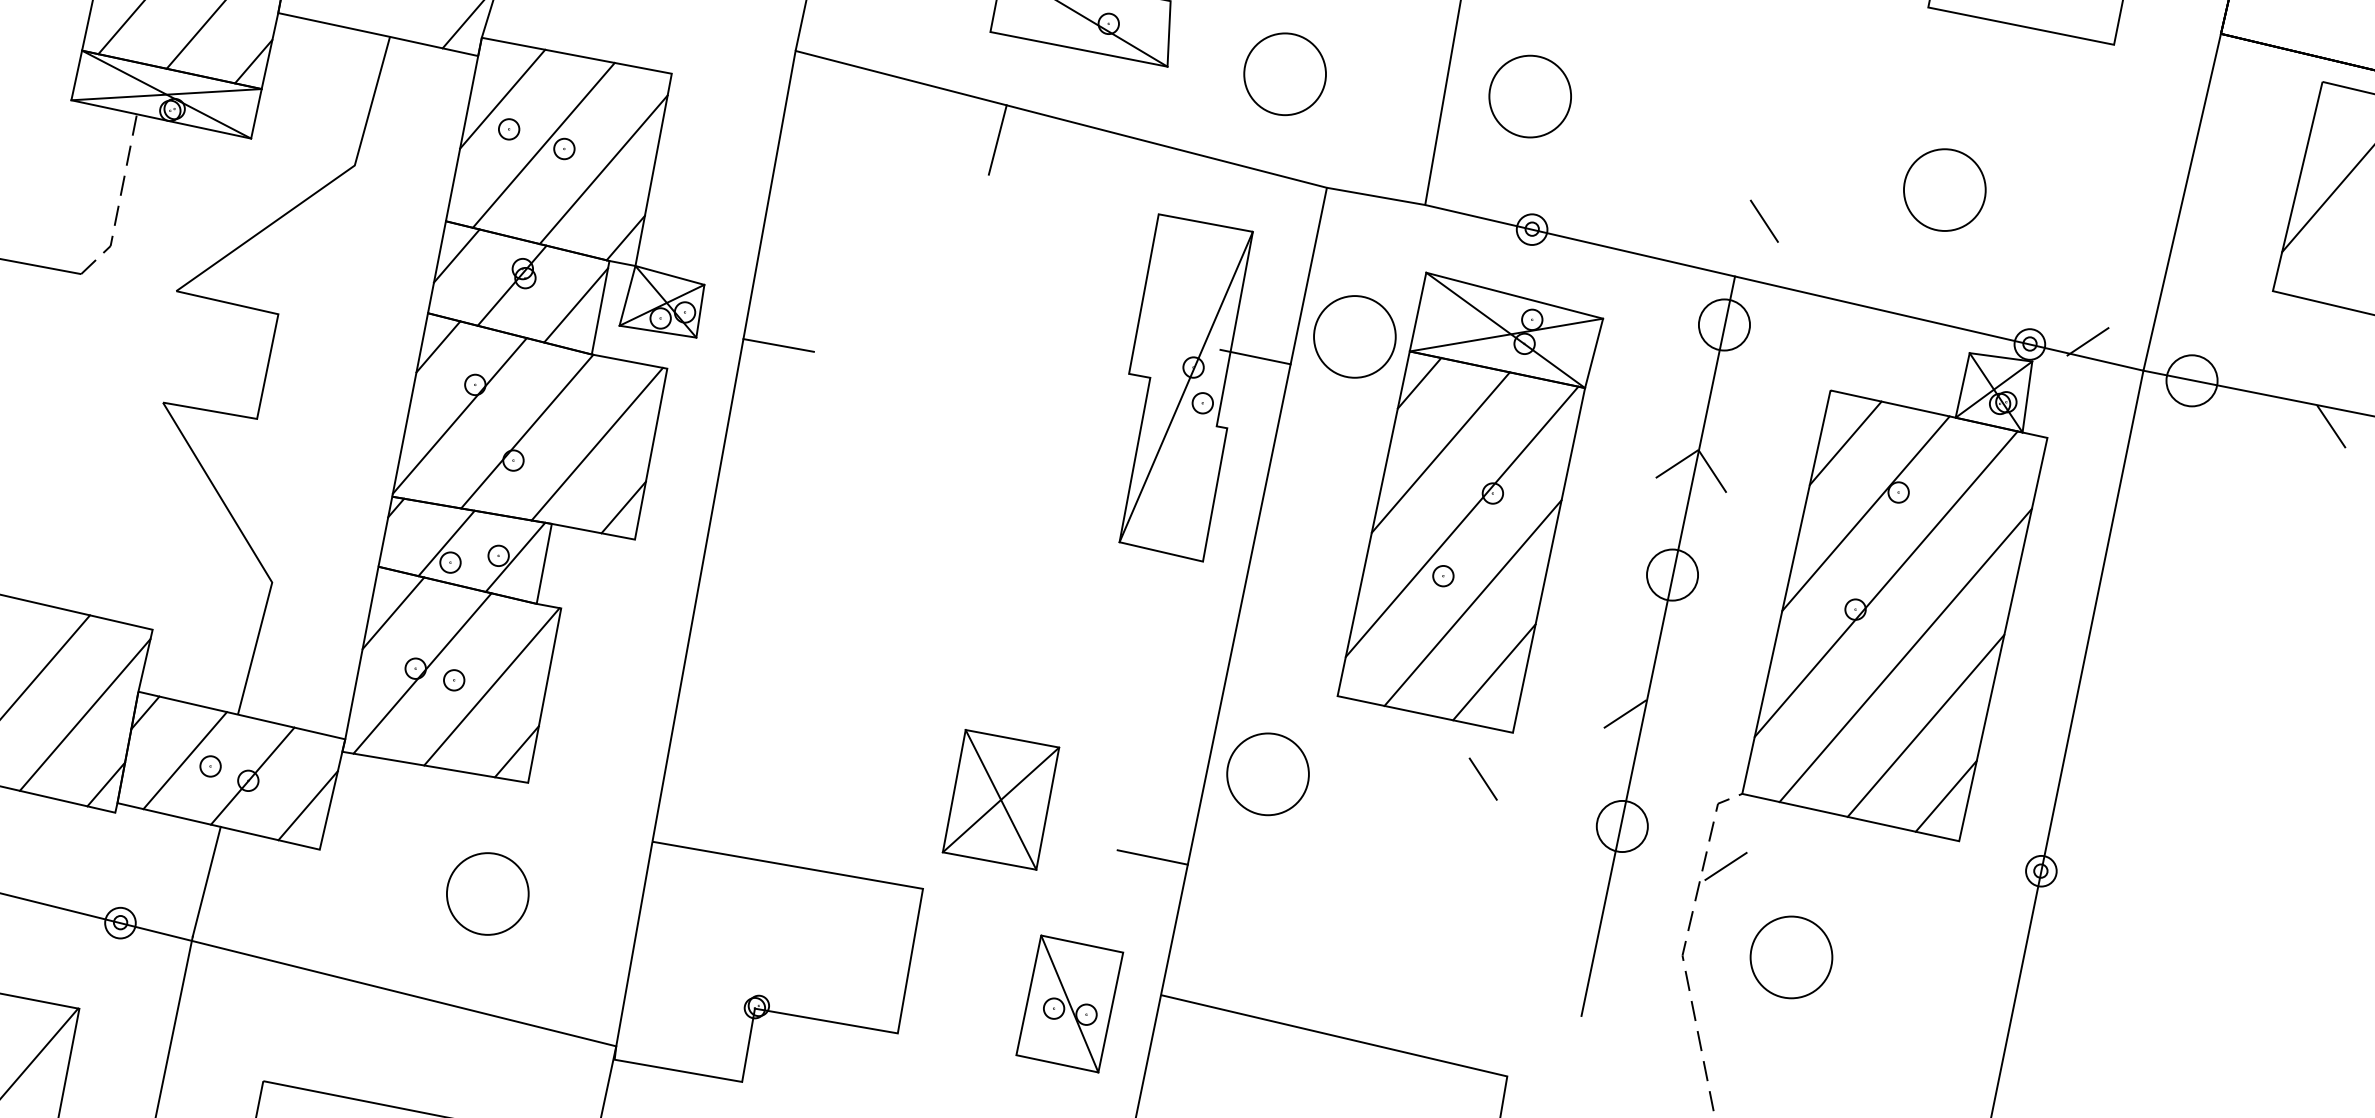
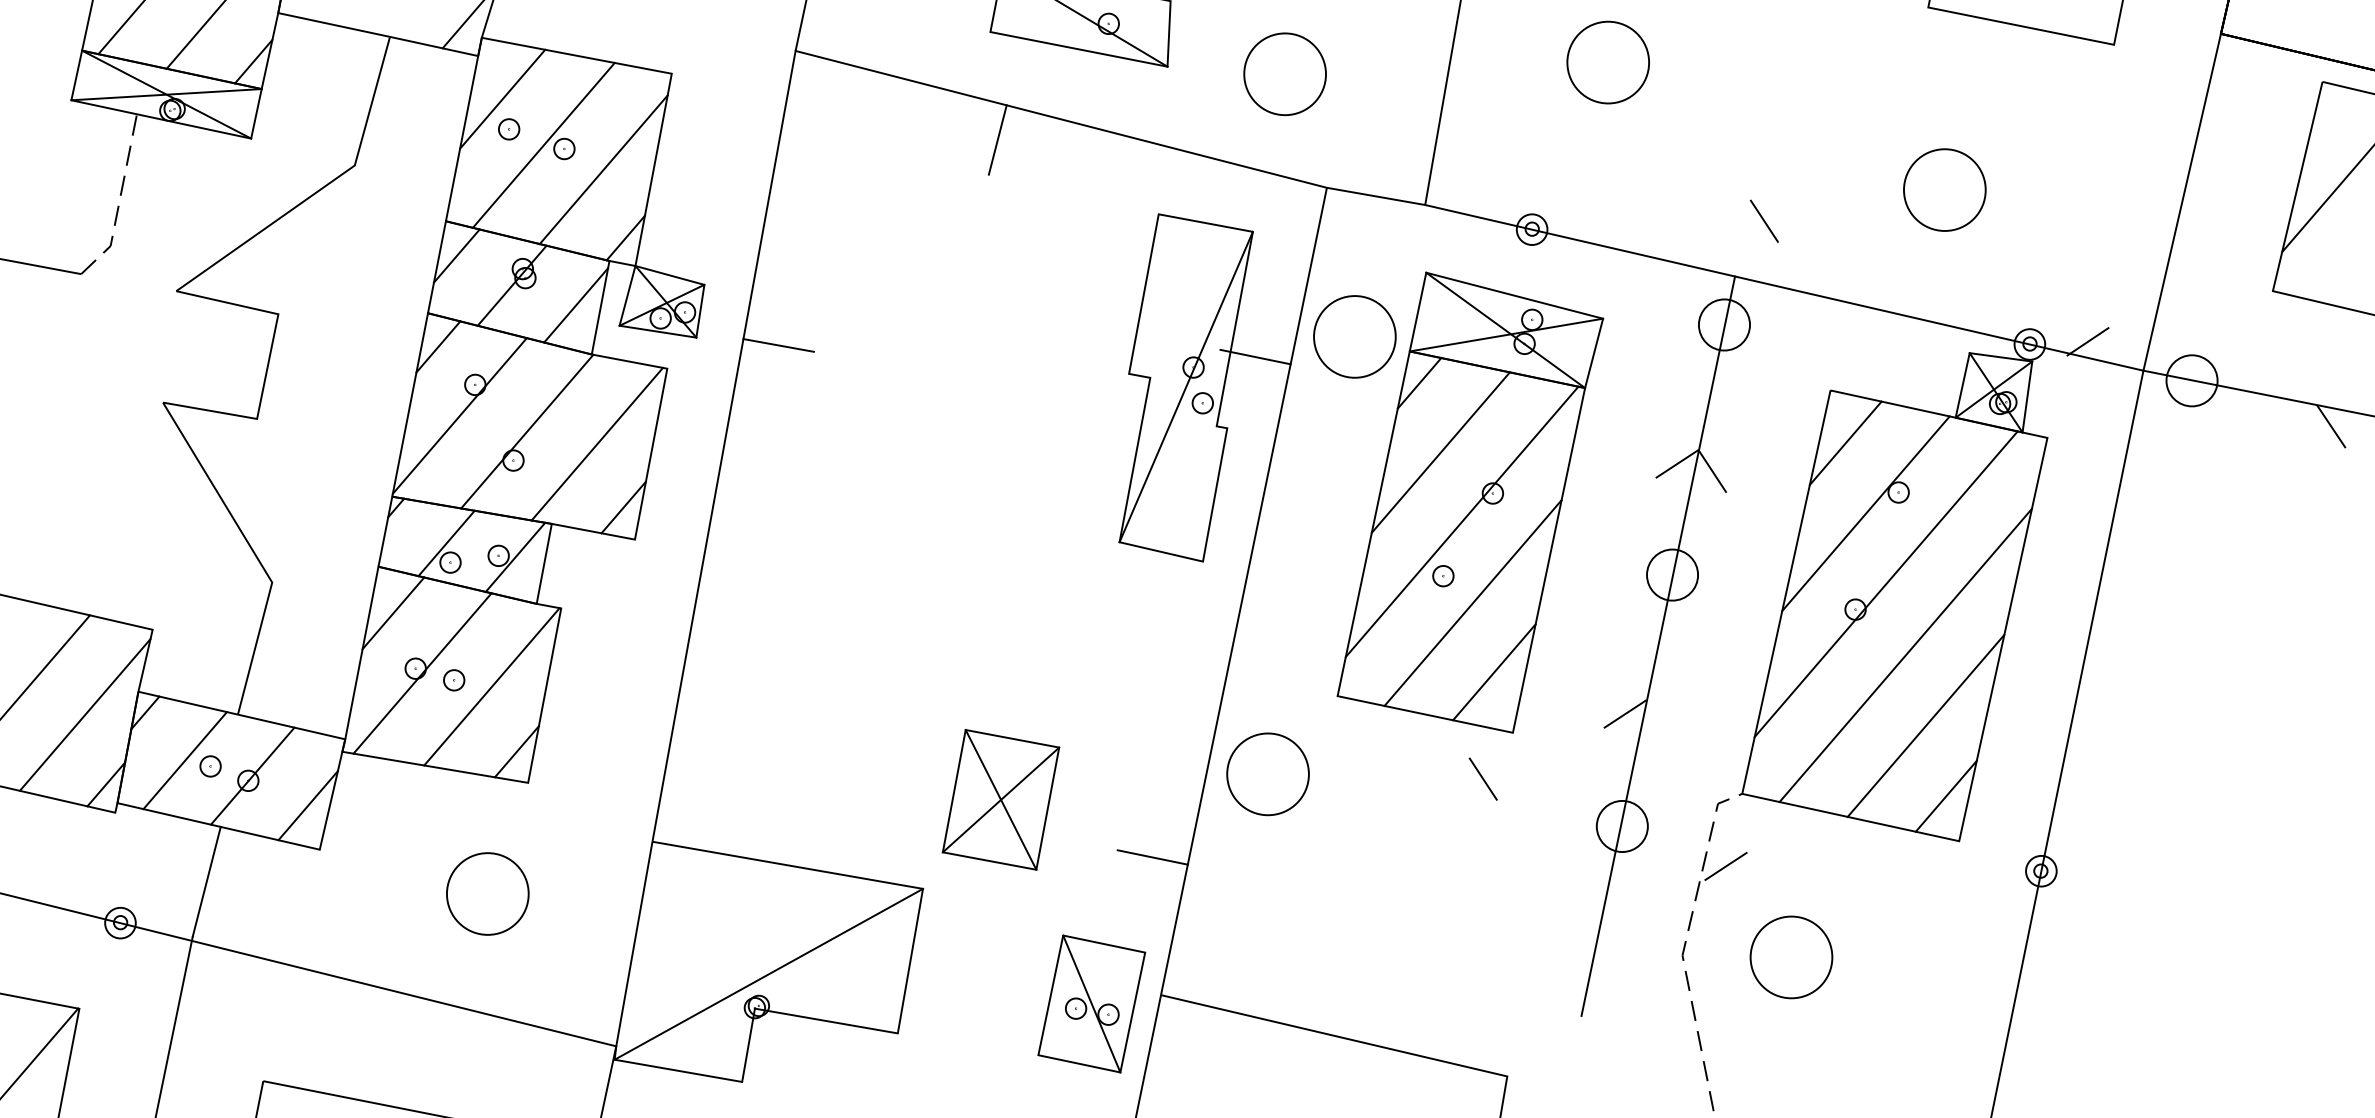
part at (1529, 96) position: (1529, 96) -> (1607, 62)
line at (768, 973): none -> present
part at (1069, 1003) position: (1069, 1003) -> (1091, 1003)
